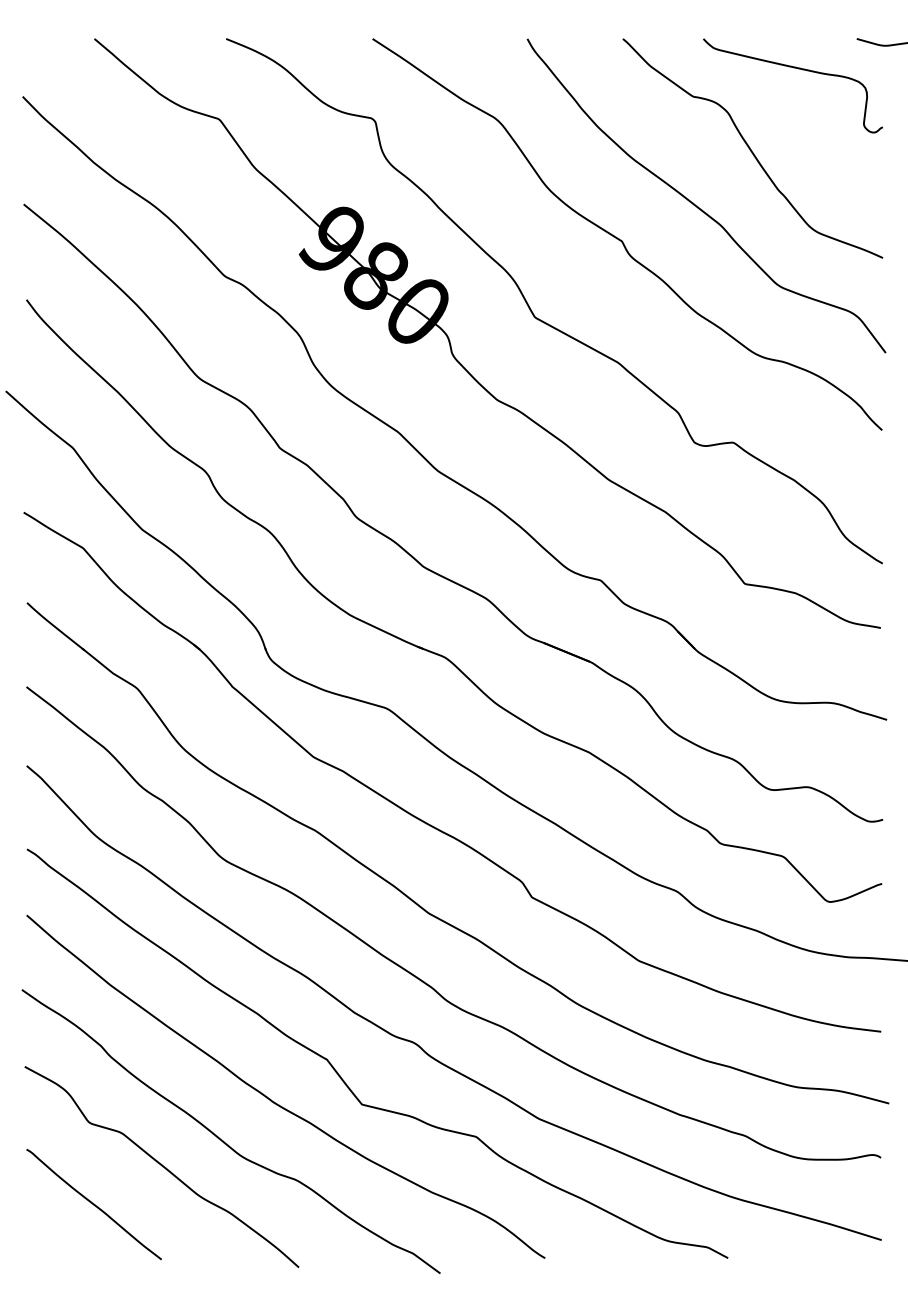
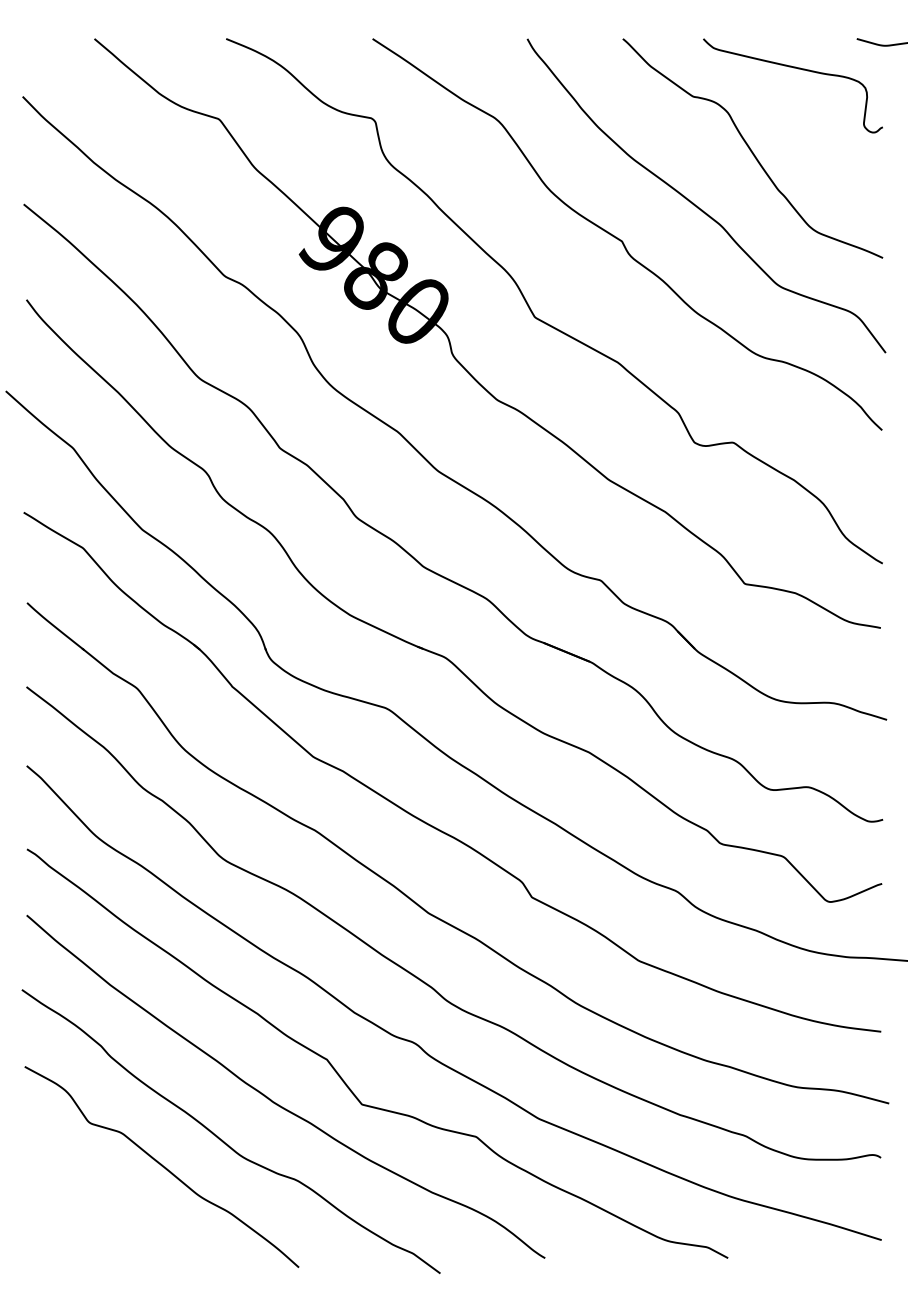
curve at (93, 1204): present -> none
